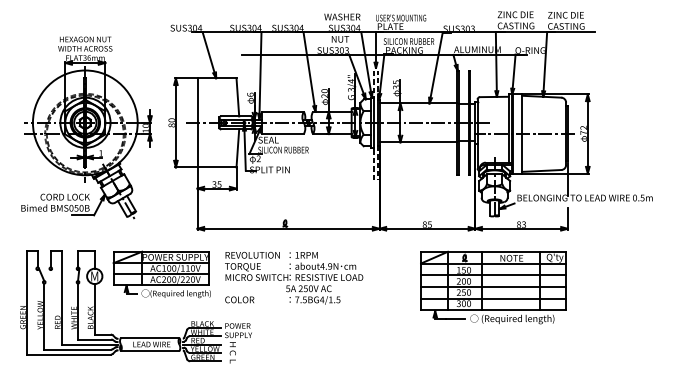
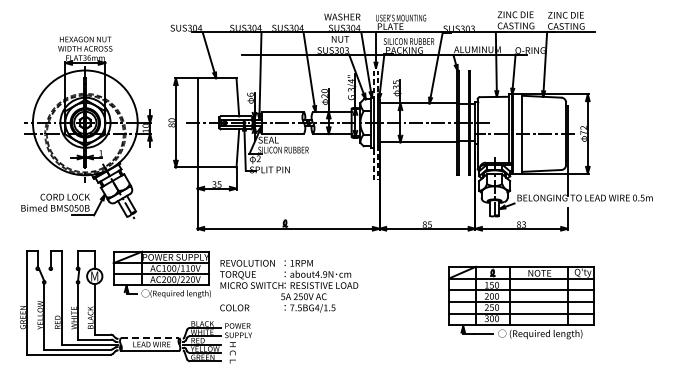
text at (294, 277) position: (294, 277) -> (289, 285)
part at (493, 287) position: (493, 287) -> (521, 302)
line at (150, 337): solid -> dashed
